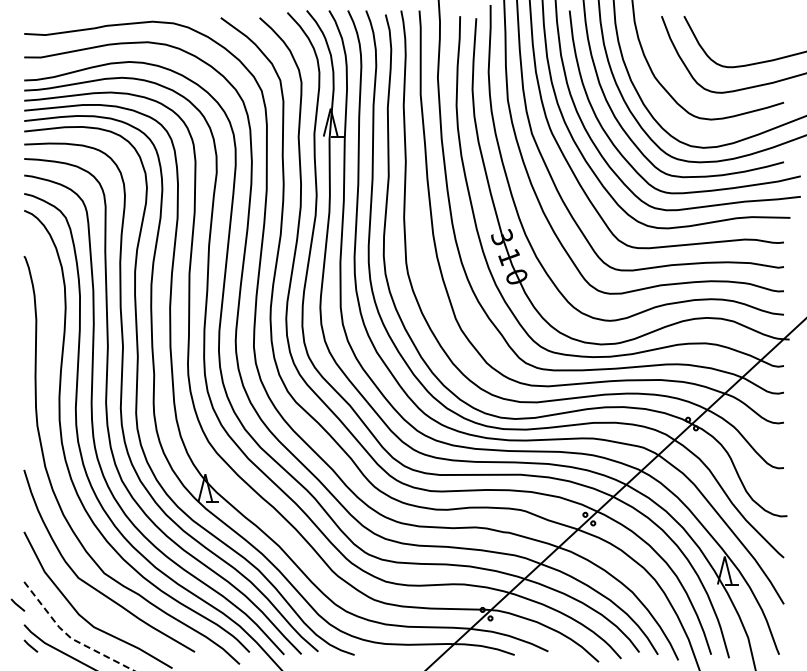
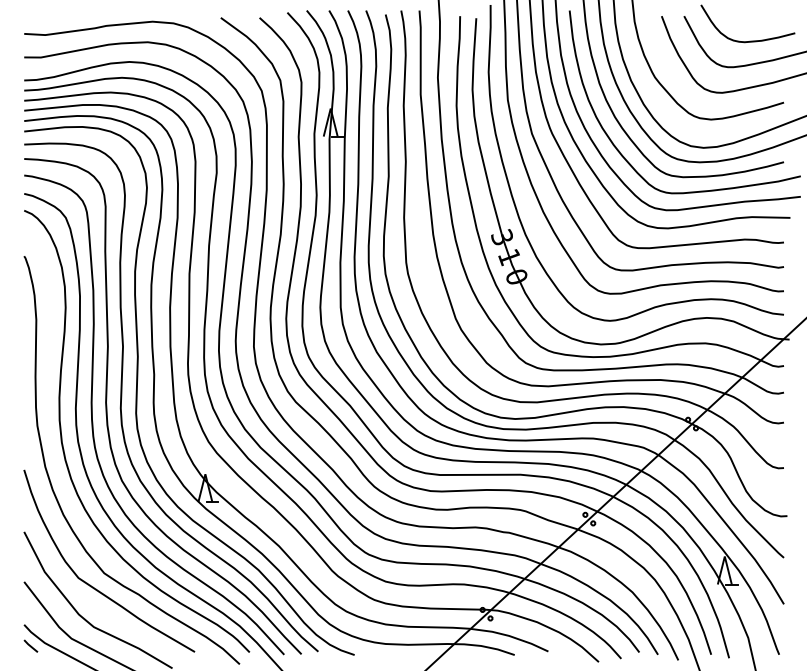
curve at (749, 40): none -> present
line at (17, 604): present -> none
line at (70, 637): dashed -> solid
